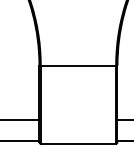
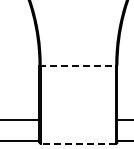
line at (78, 65): solid -> dashed
line at (78, 143): solid -> dashed
